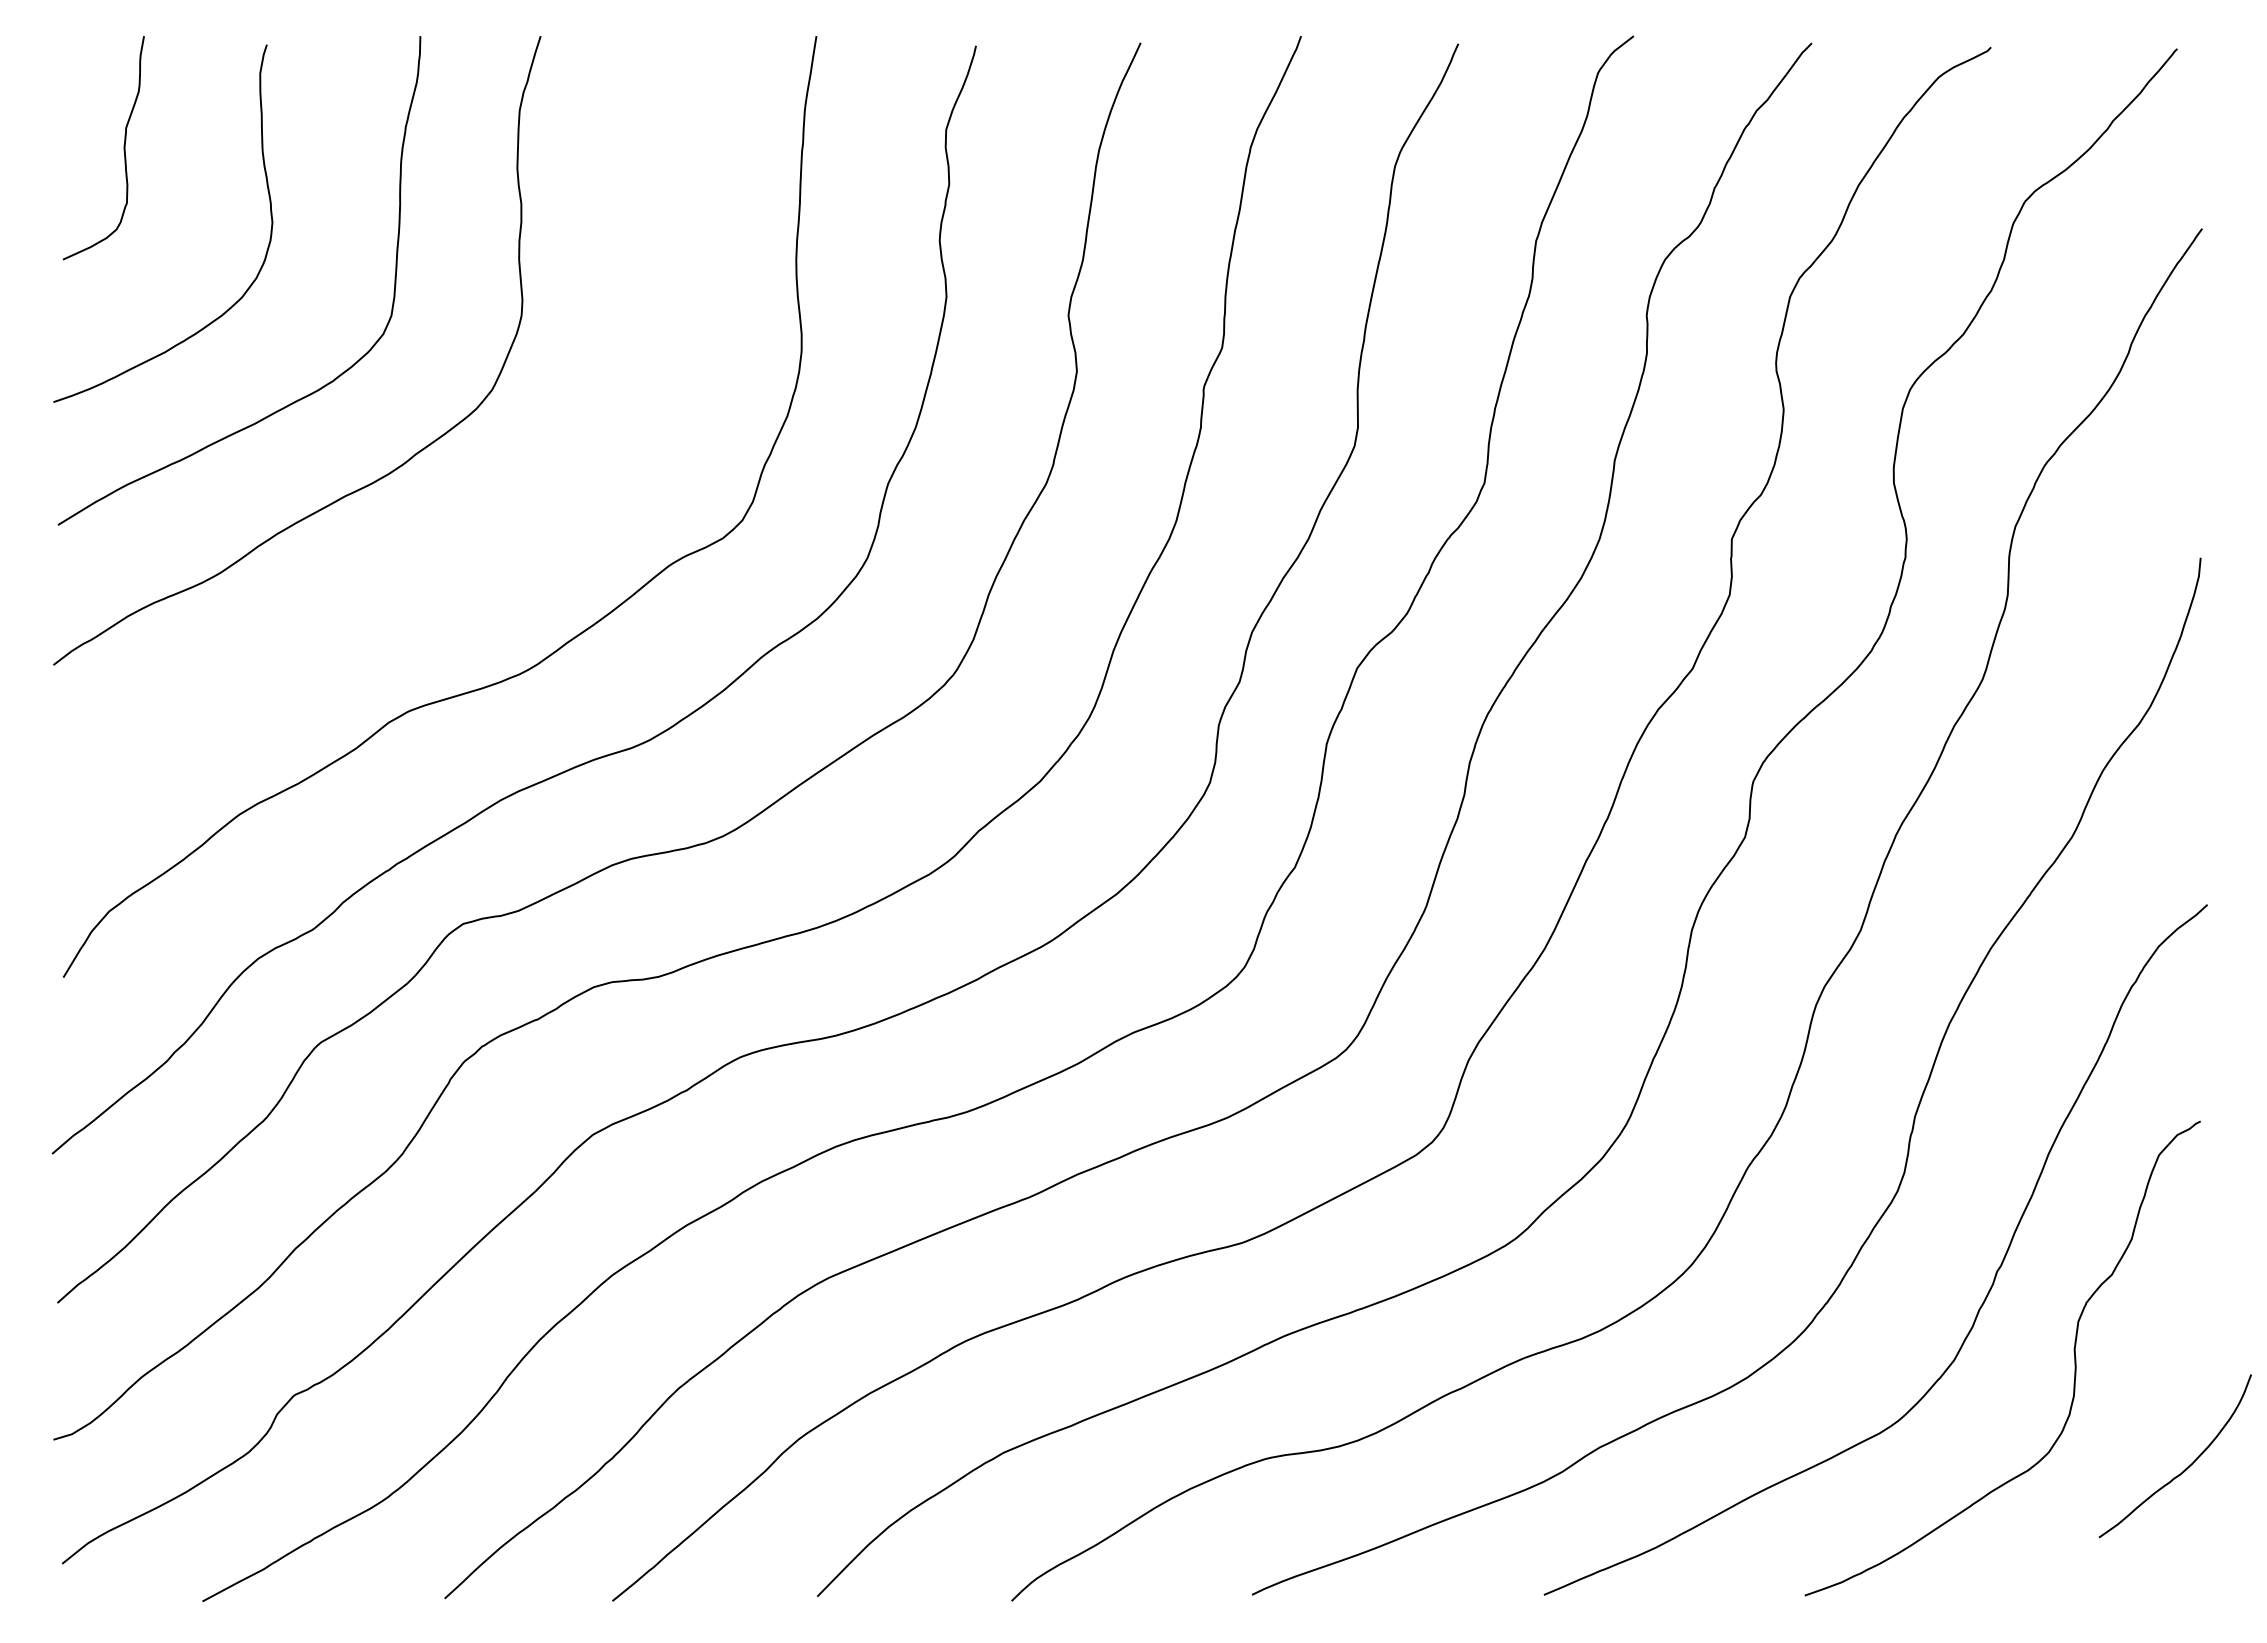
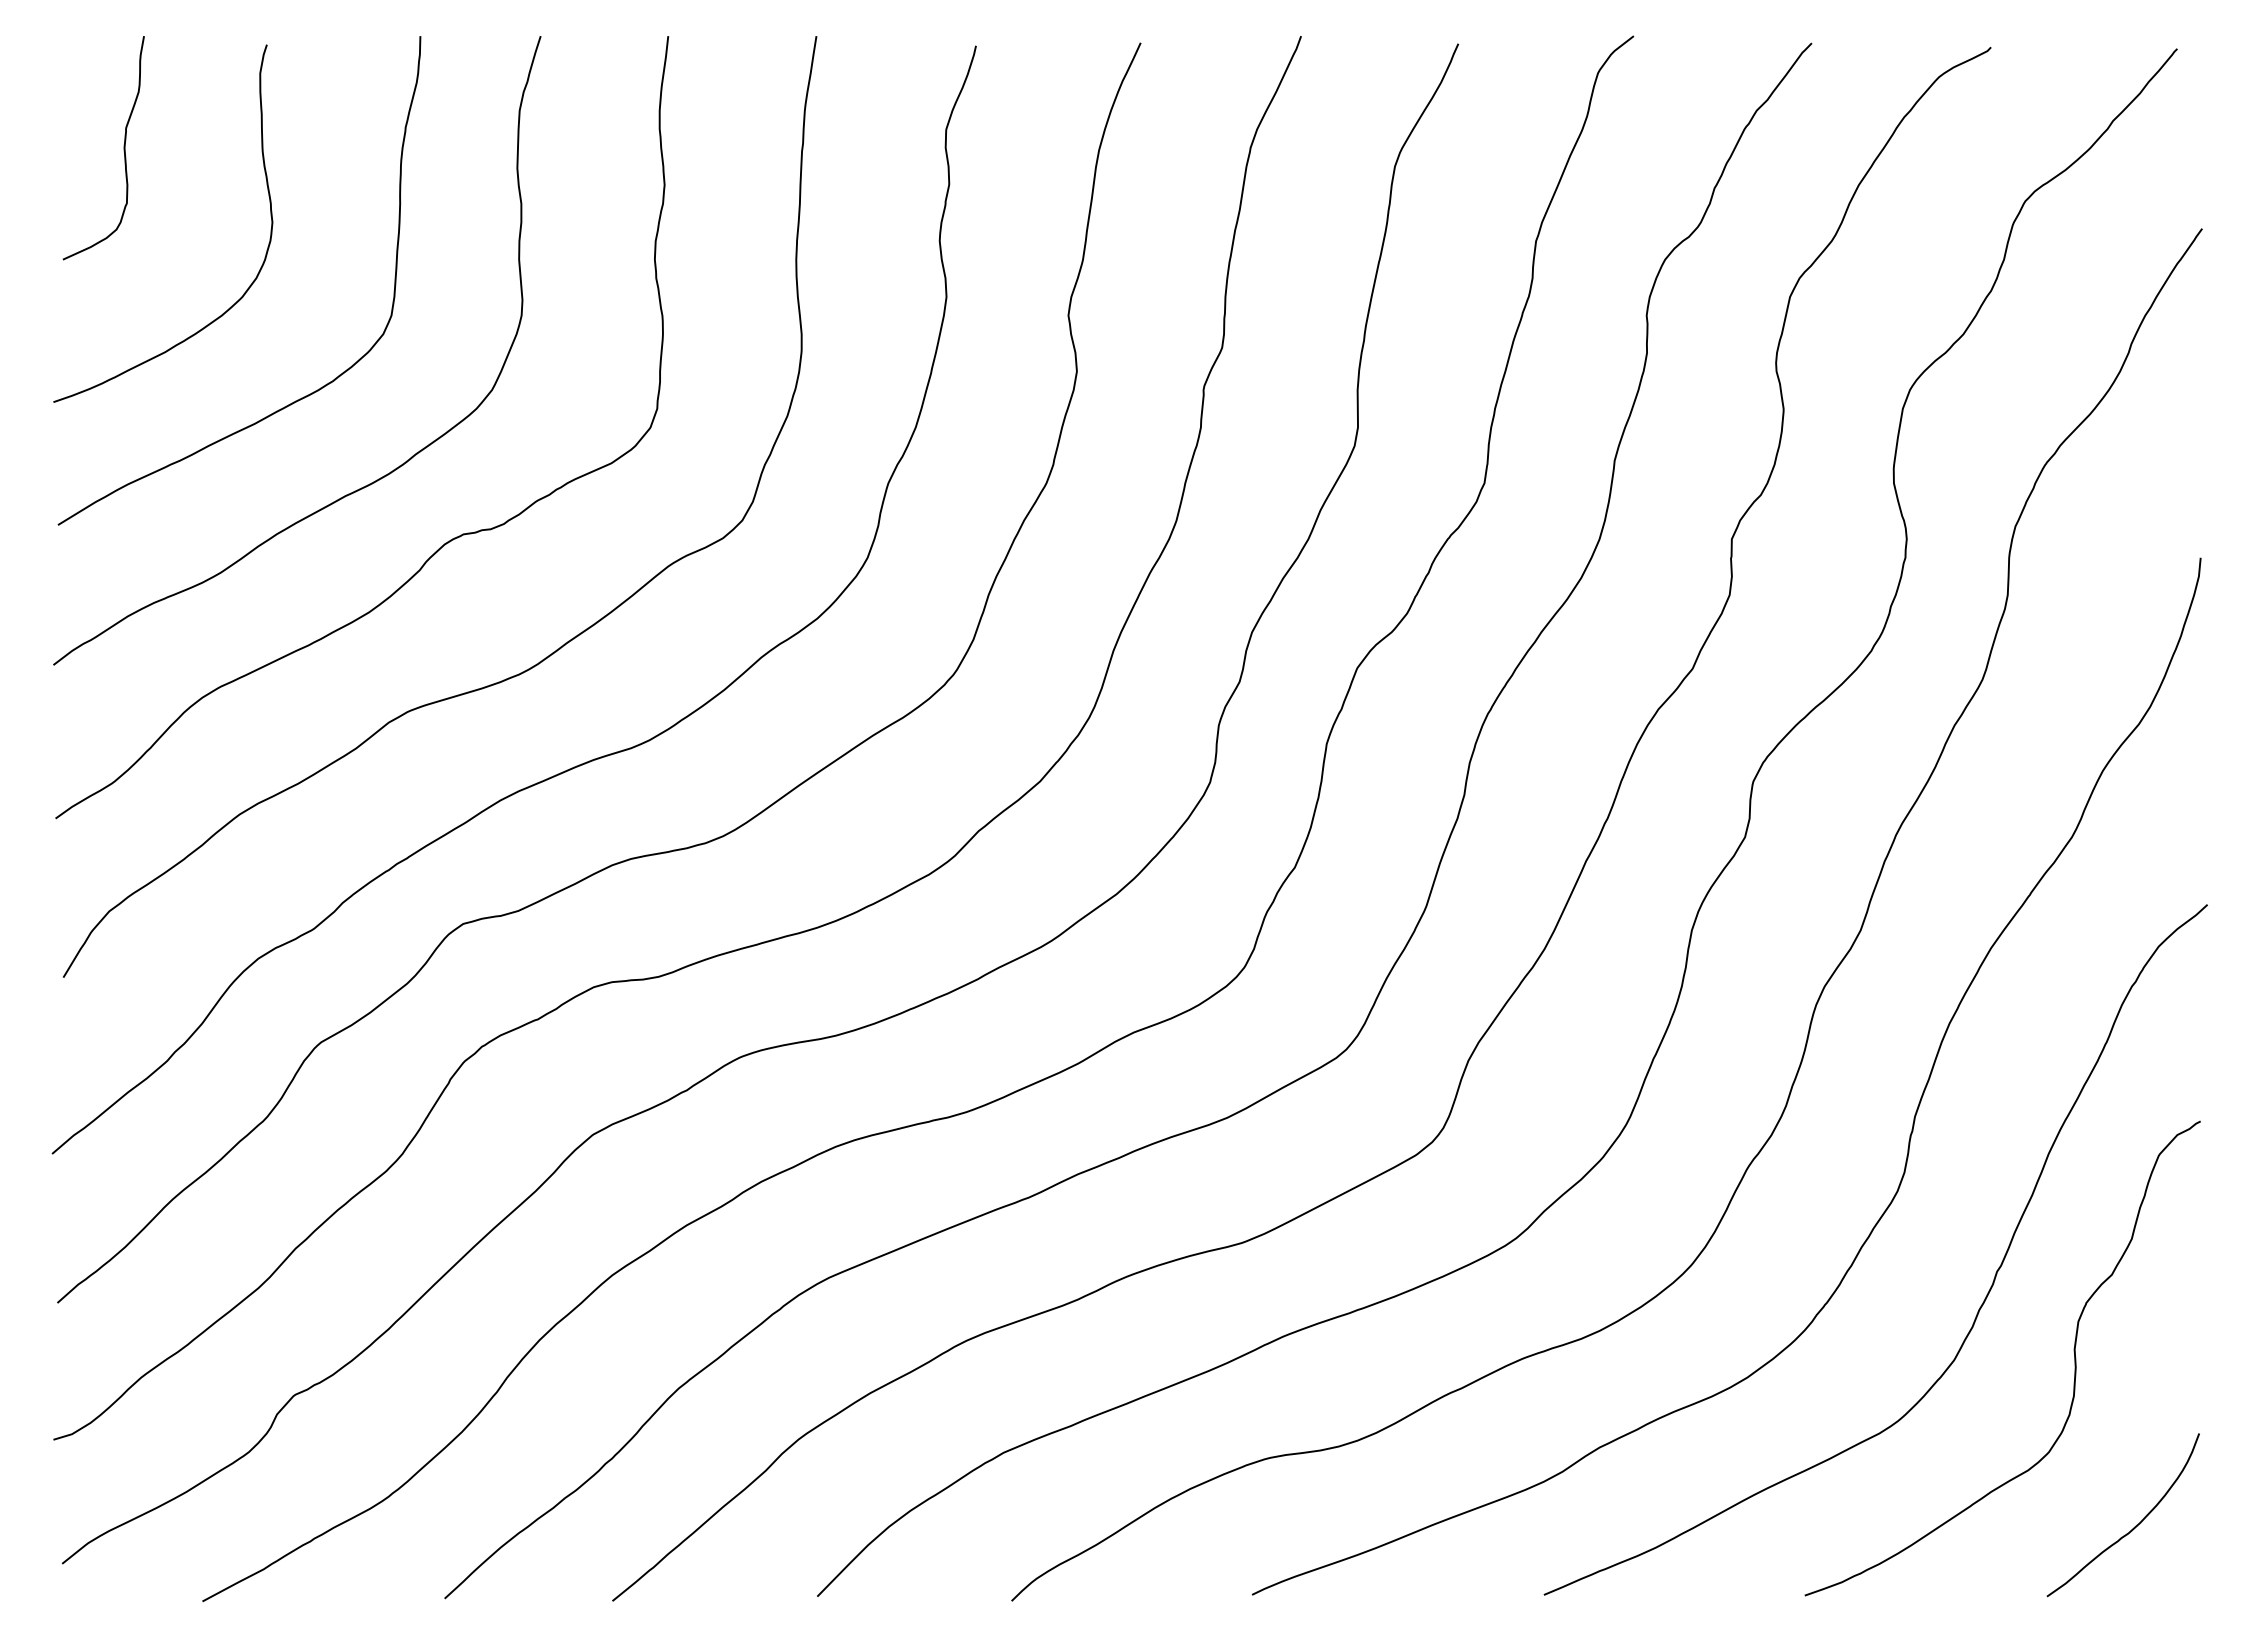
curve at (445, 542): none -> present
curve at (2186, 1467) position: (2186, 1467) -> (2134, 1526)
